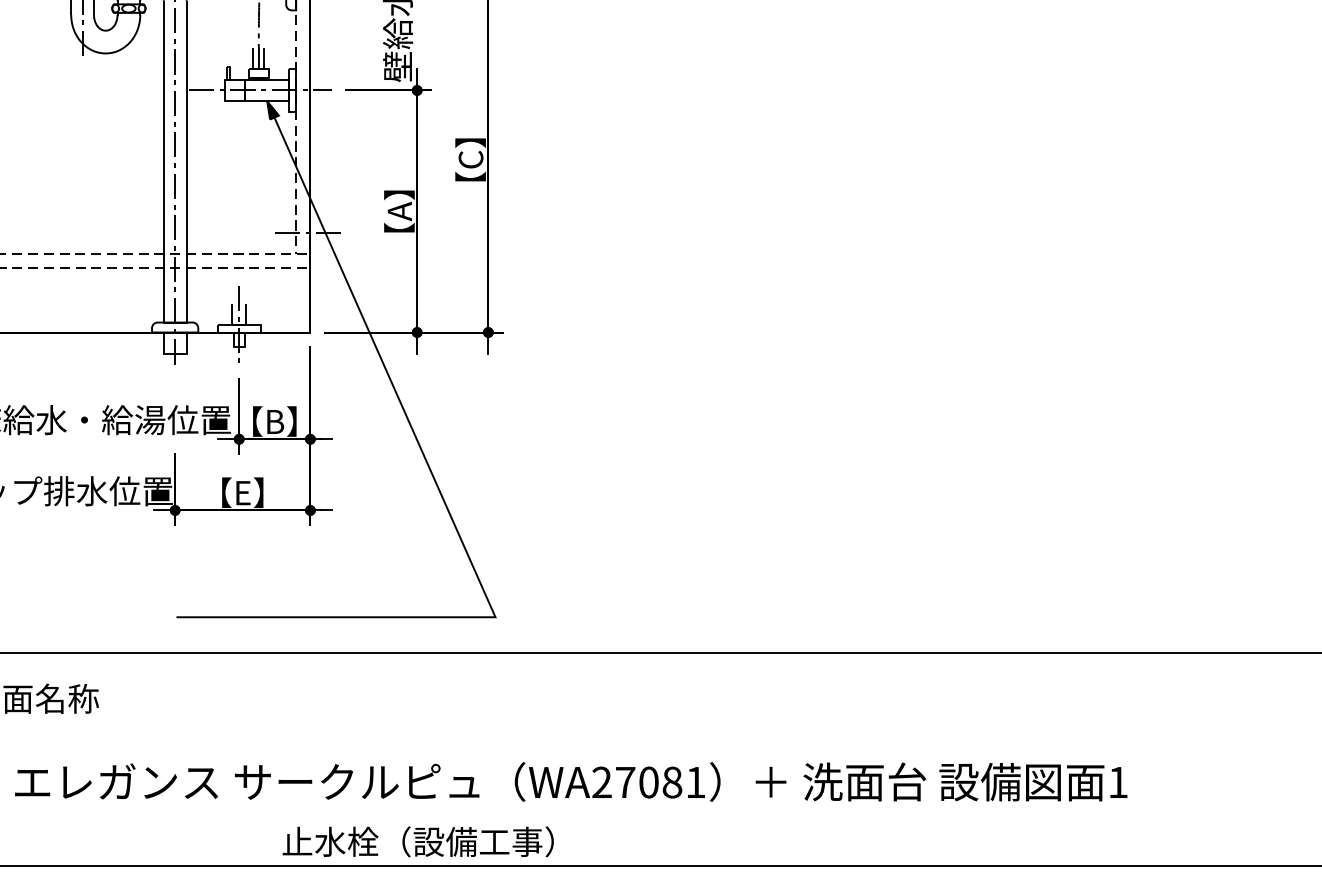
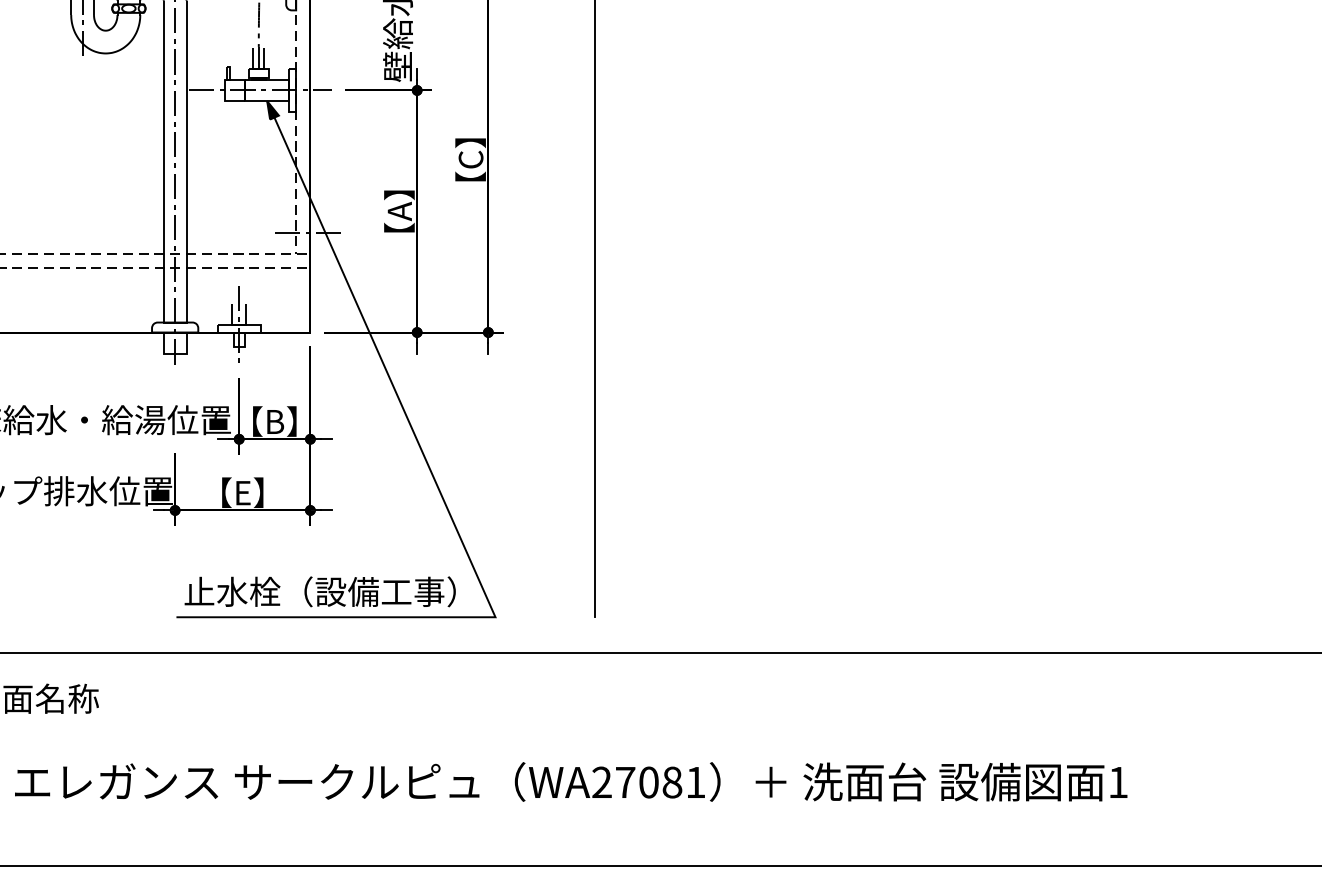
line at (595, 309): none -> present
text at (417, 841) position: (417, 841) -> (319, 591)
